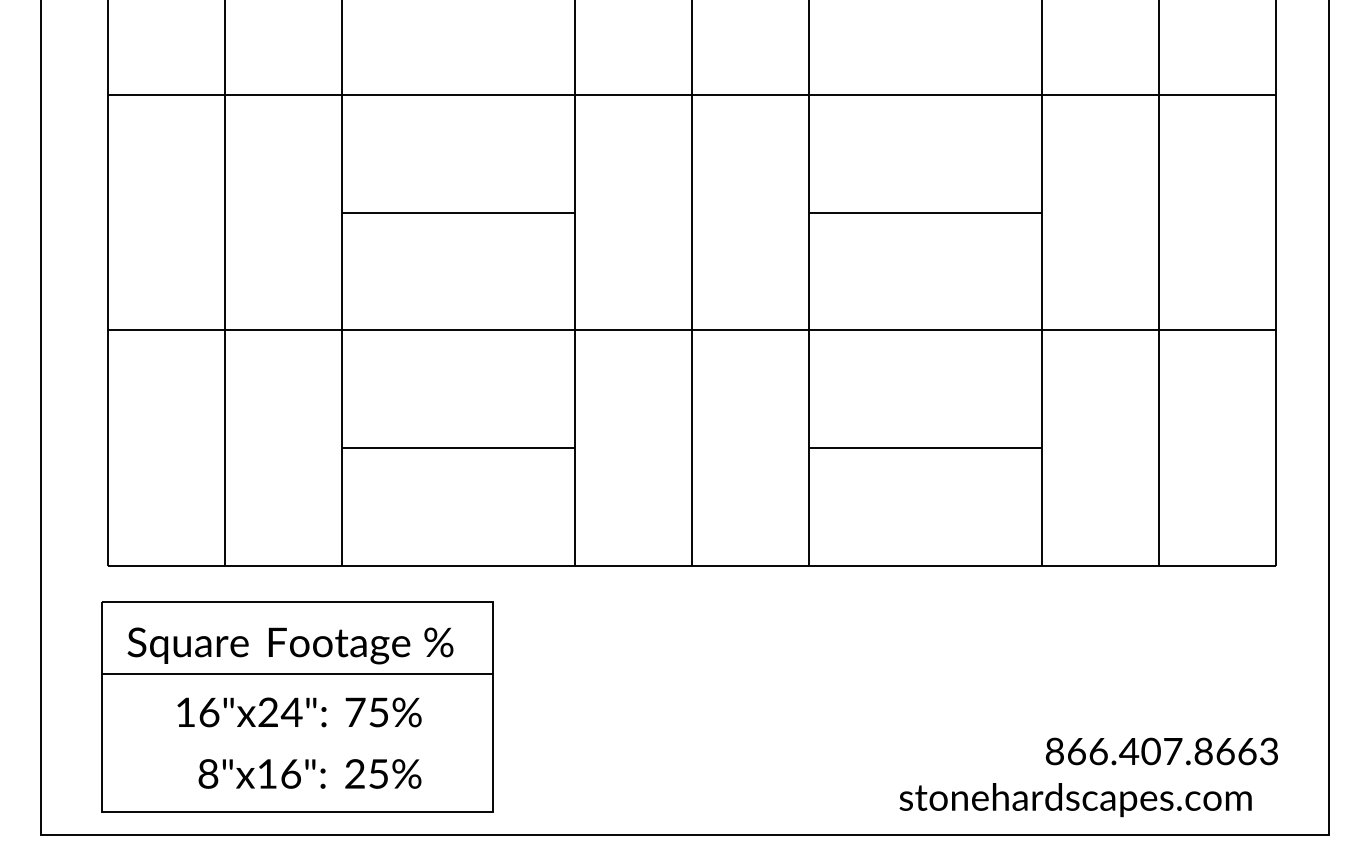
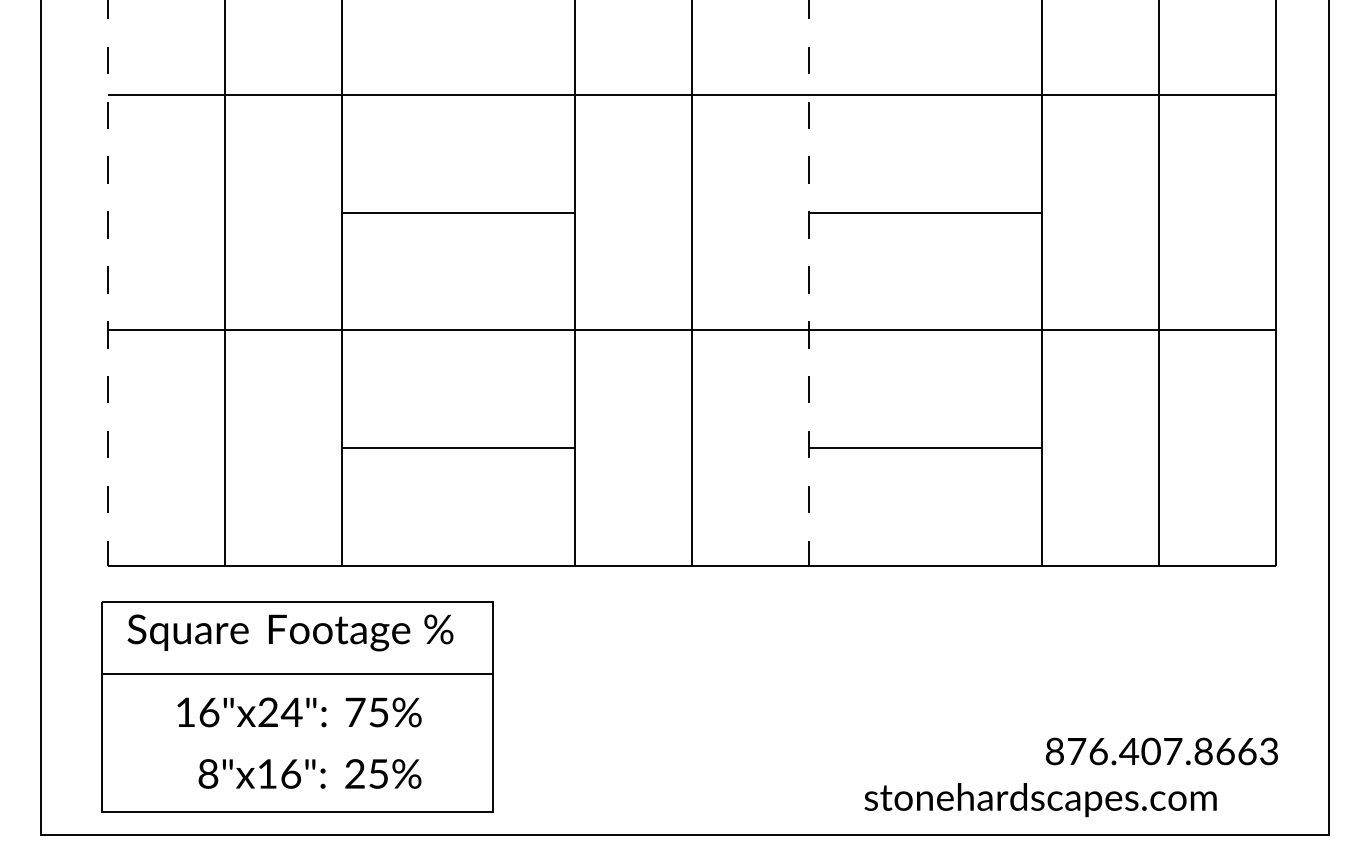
line at (108, 282): solid -> dashed
line at (808, 282): solid -> dashed
text at (290, 645) position: (290, 645) -> (290, 632)
text at (1077, 751): 866.407.8663 -> 876.407.8663
text at (1075, 800) position: (1075, 800) -> (1040, 800)
